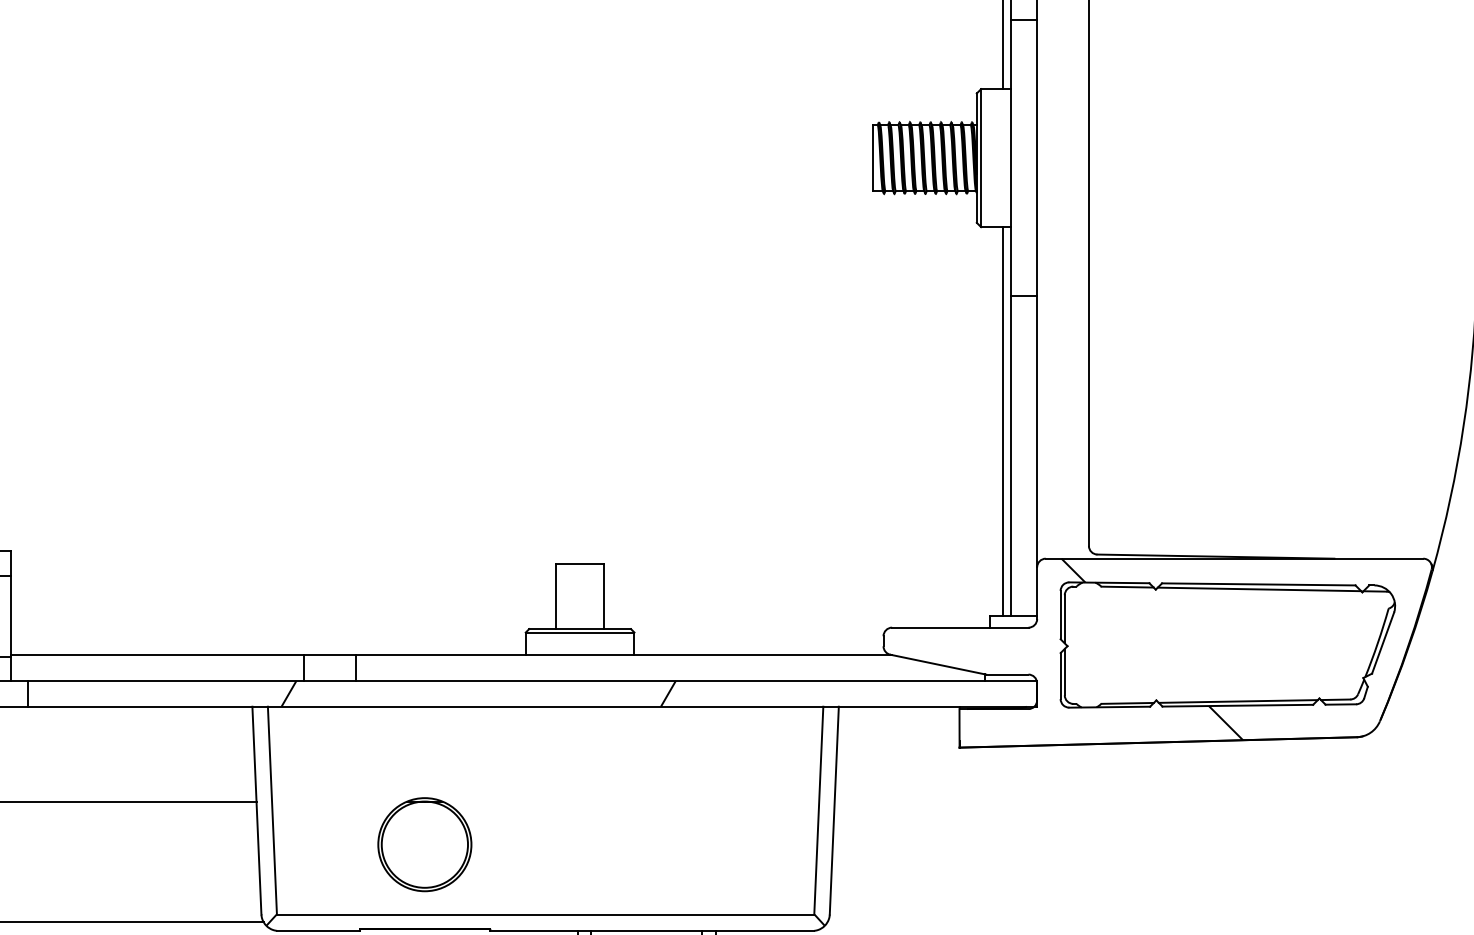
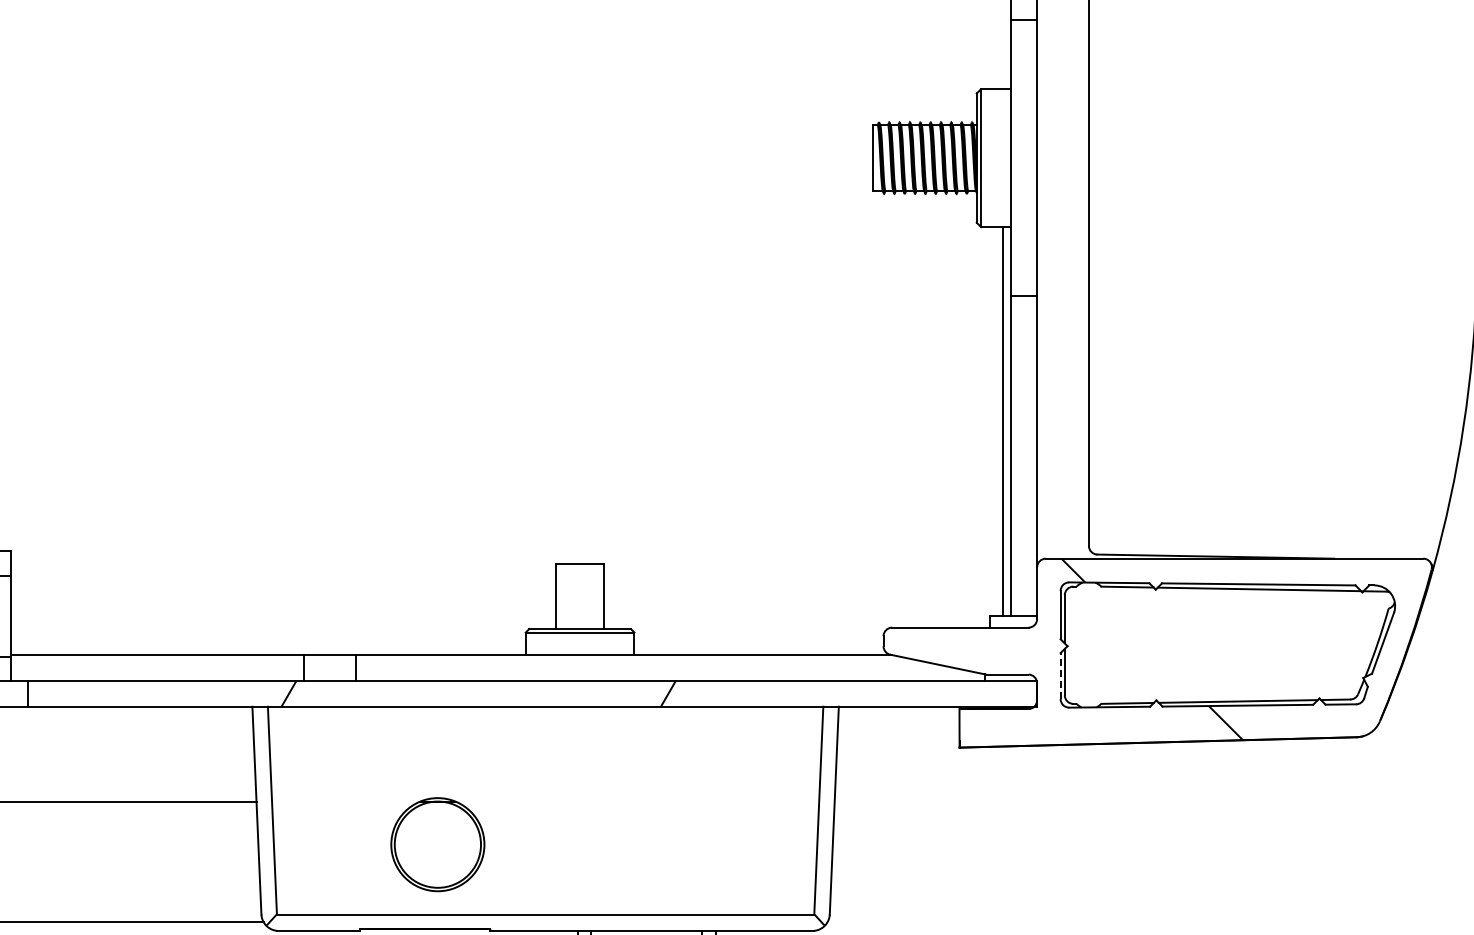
line at (1002, 45): present -> none
line at (1060, 676): solid -> dashed
part at (424, 844) position: (424, 844) -> (437, 844)
